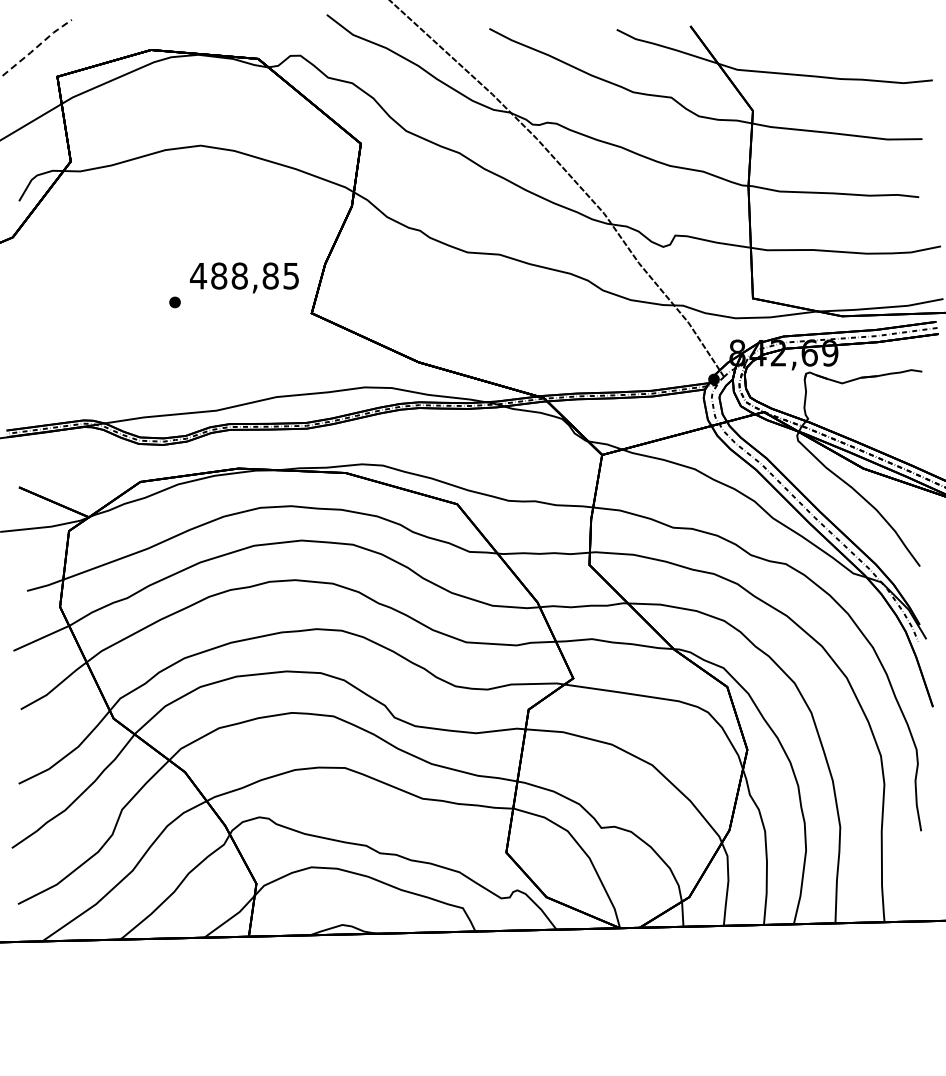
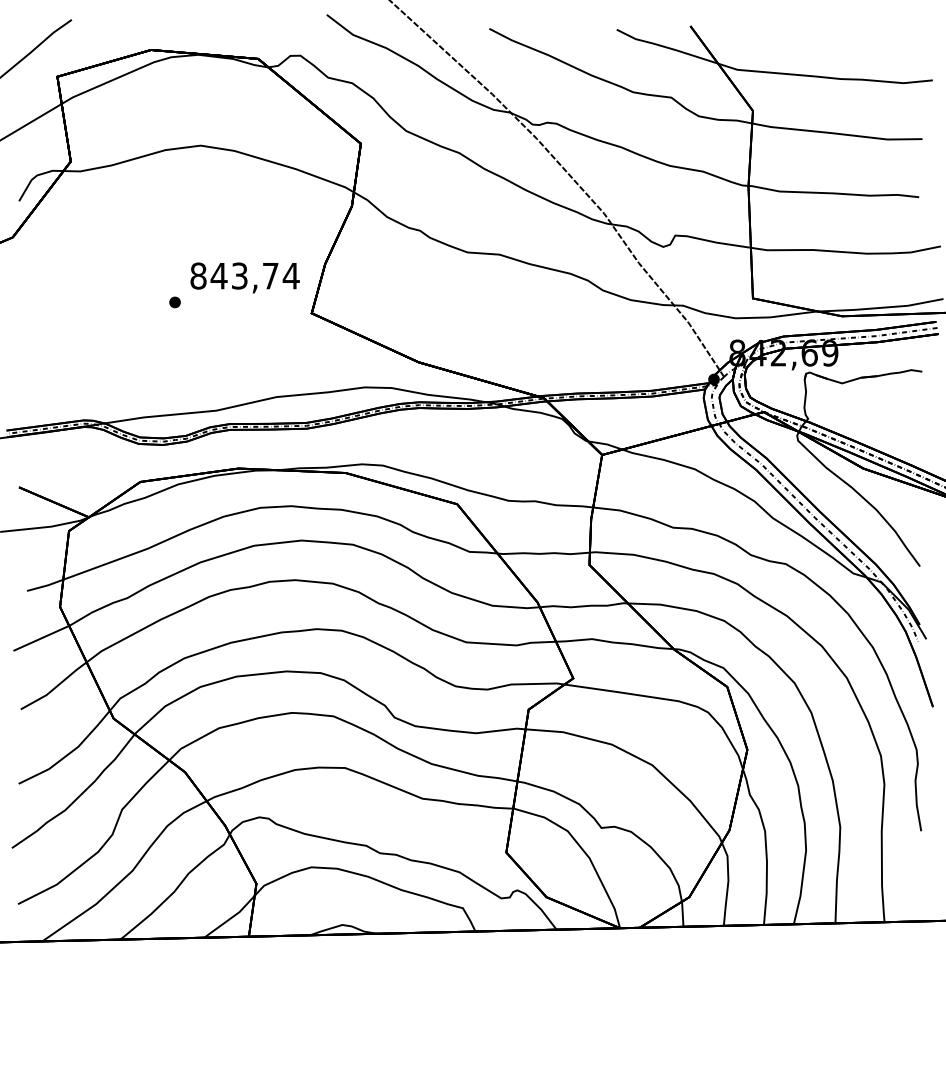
line at (35, 48): dashed -> solid
text at (244, 275): 488,85 -> 843,74
